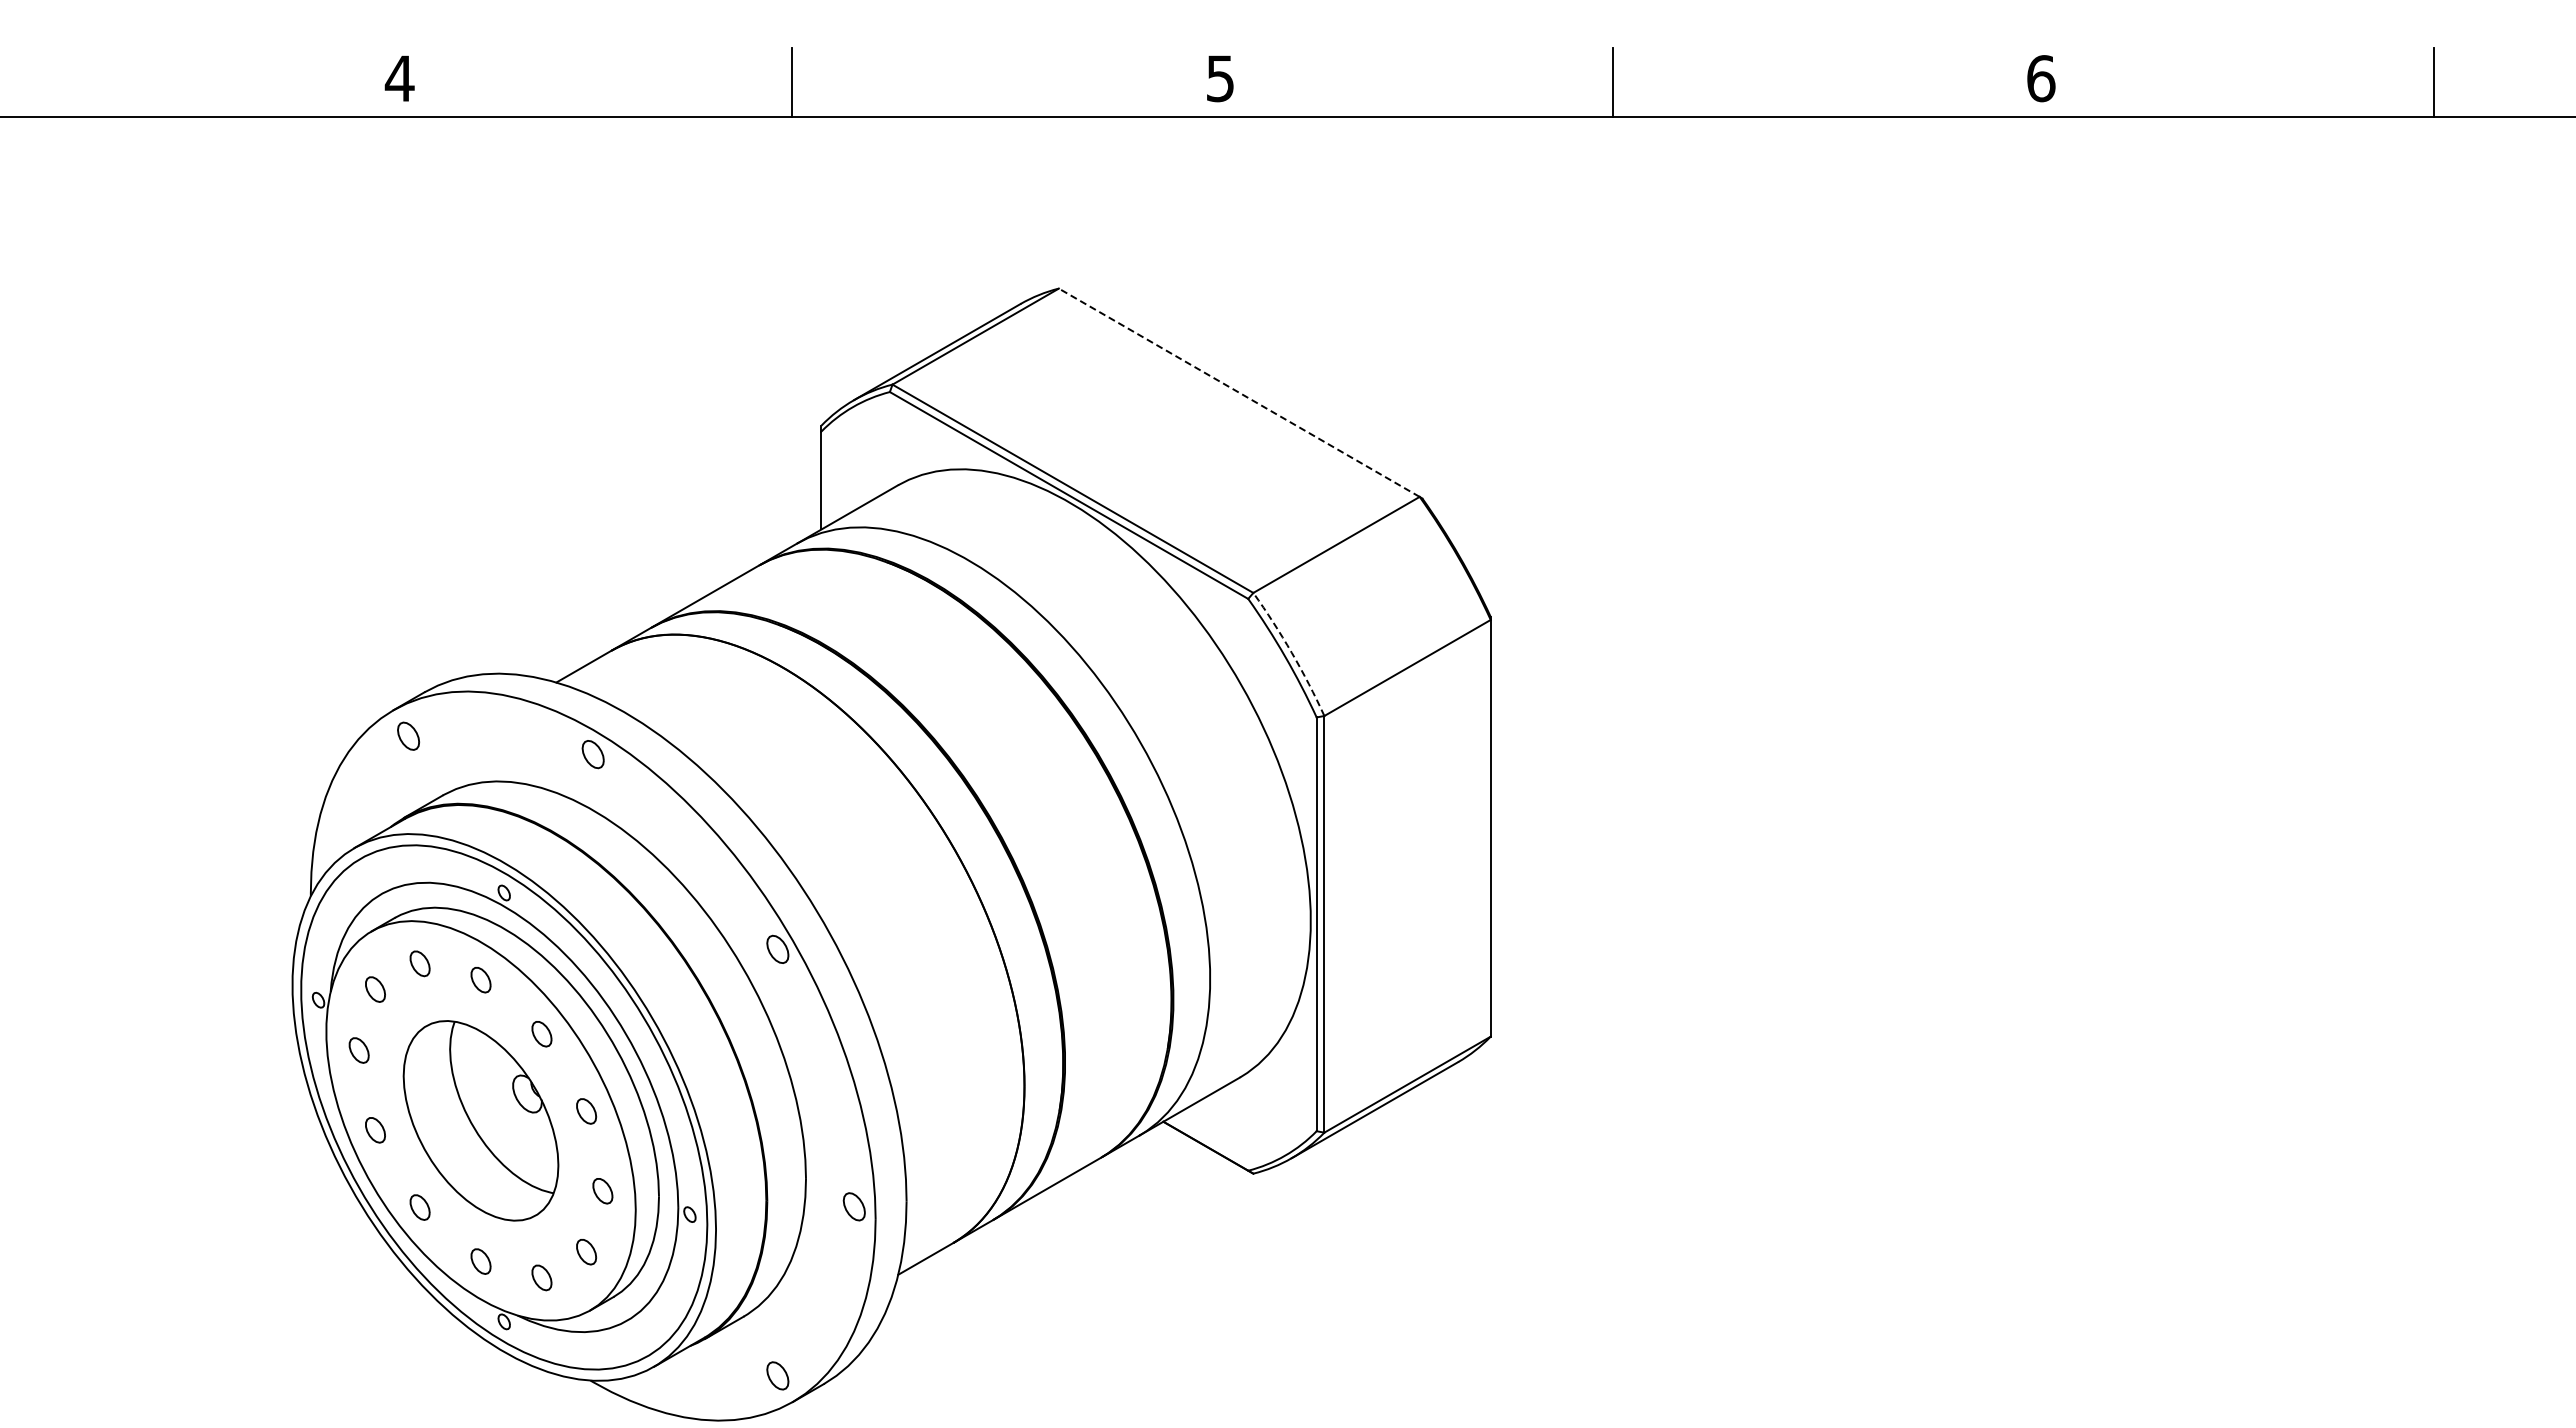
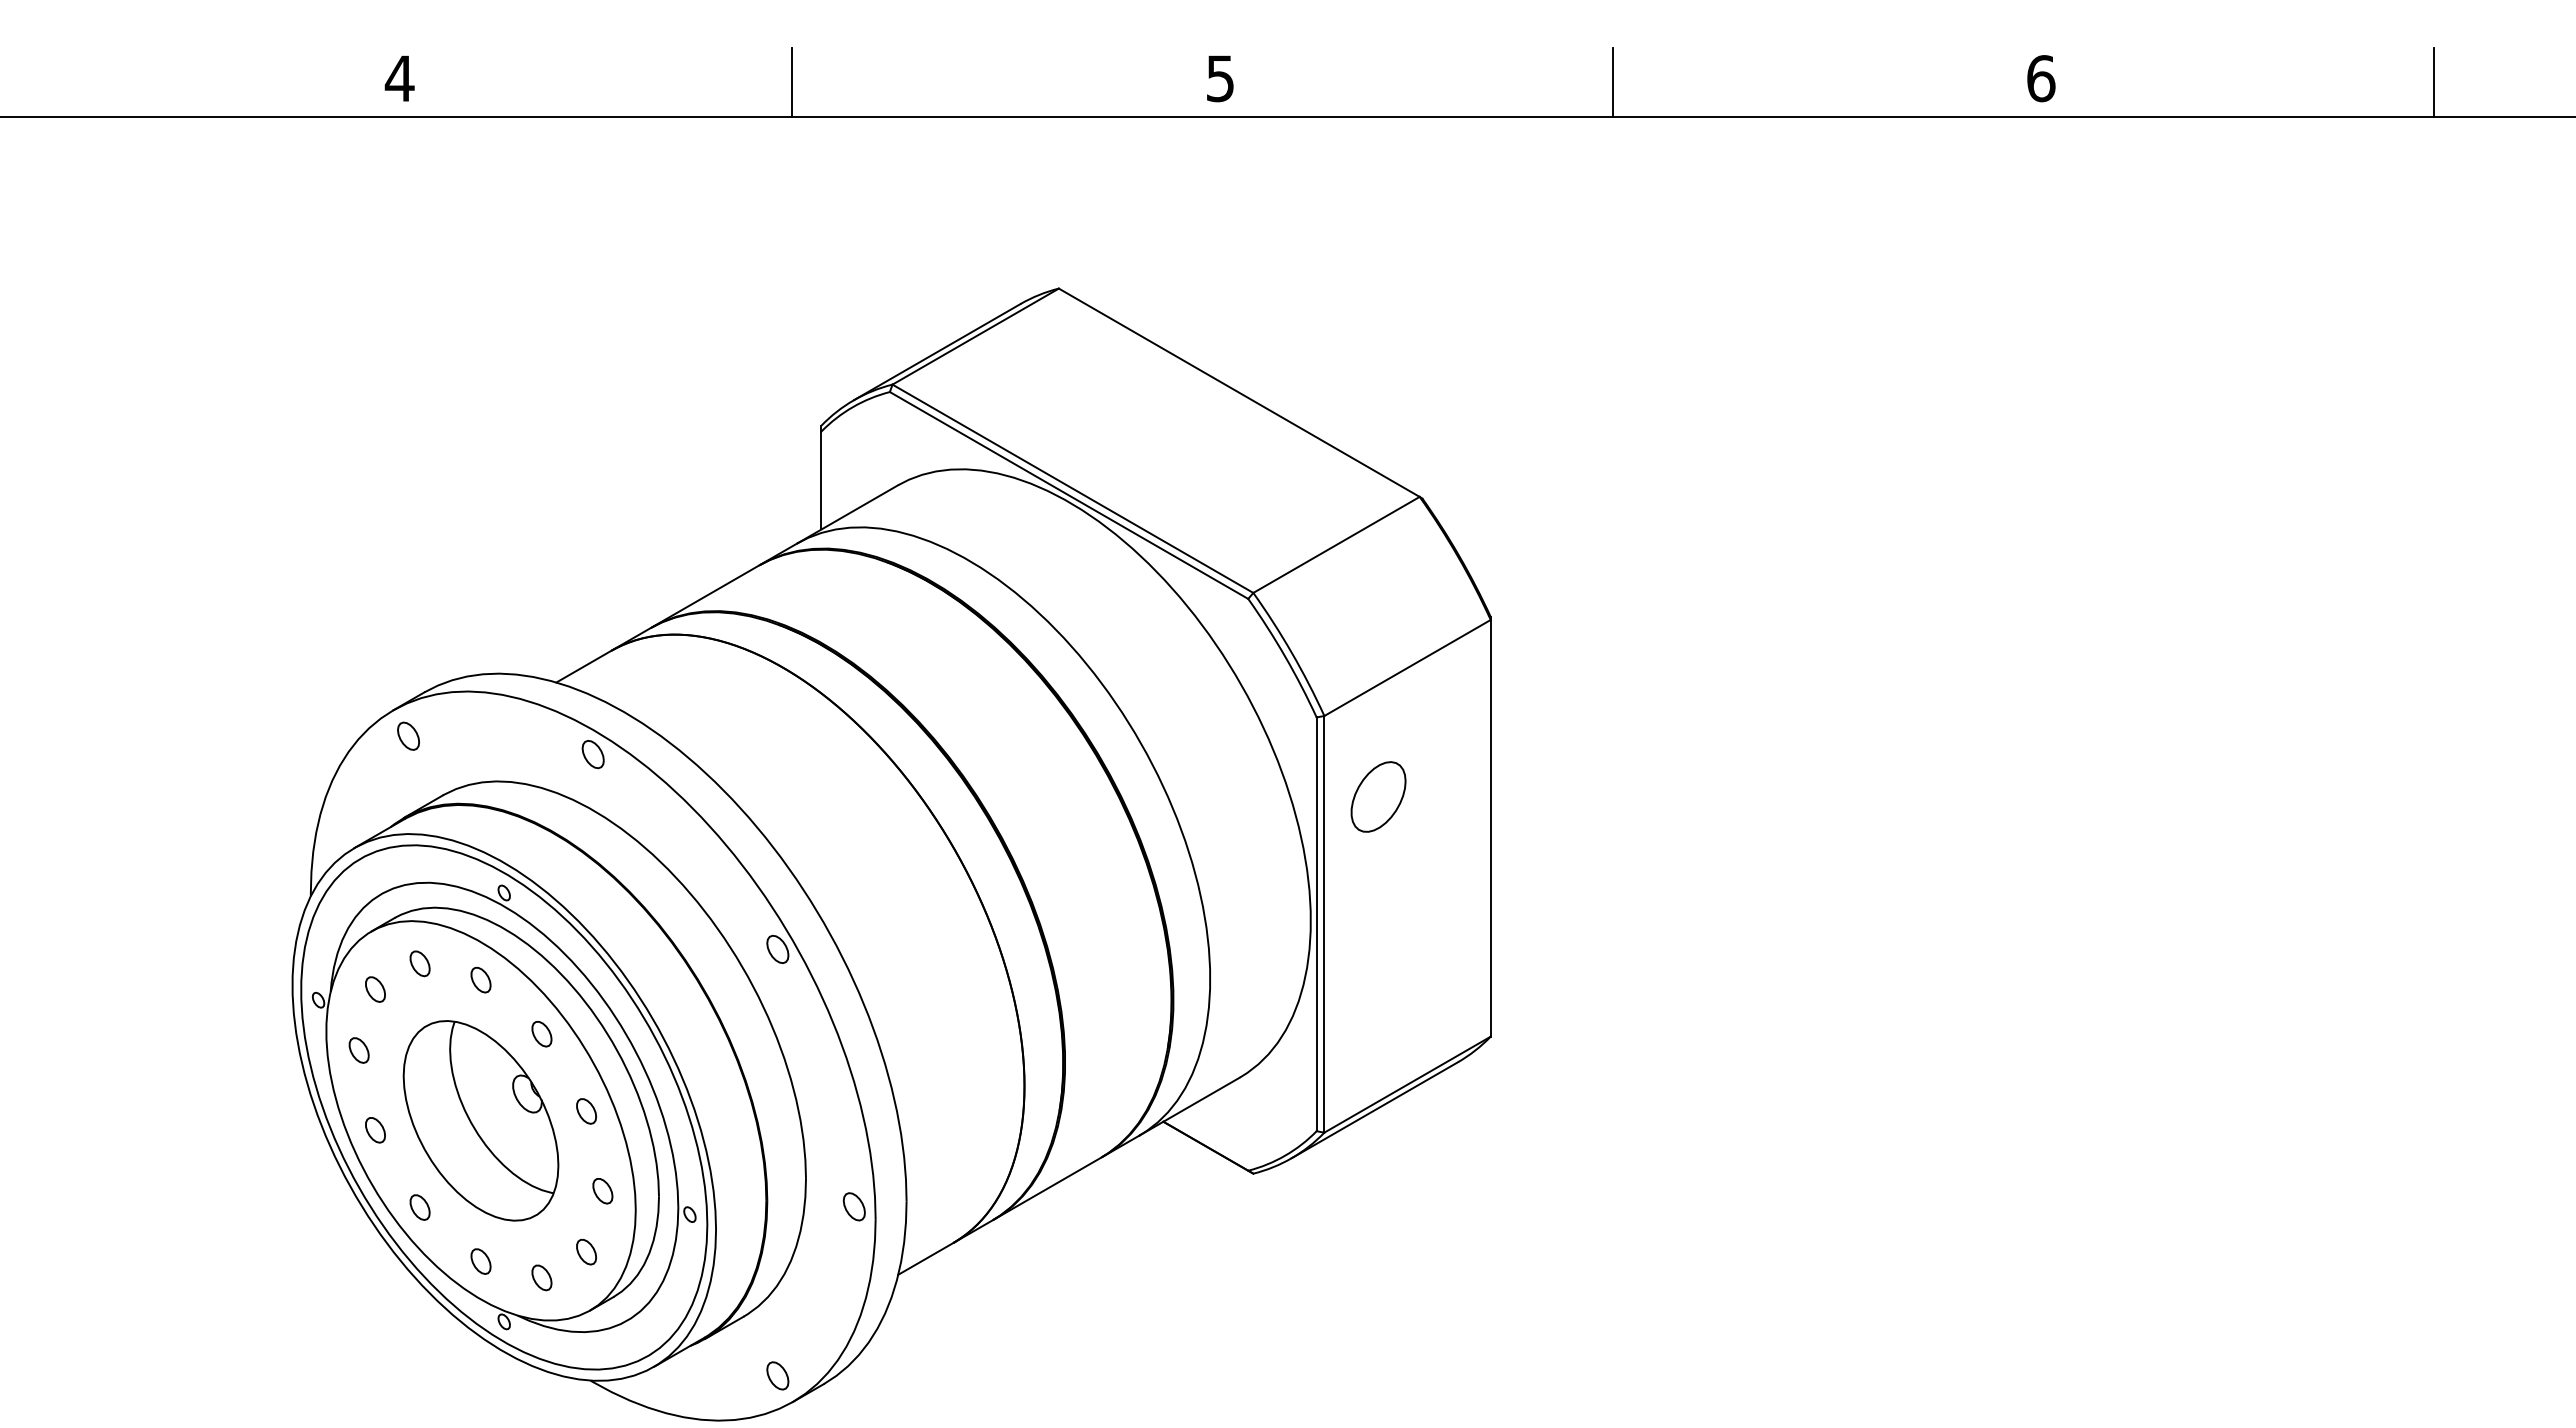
line at (1238, 392): dashed -> solid
arc at (1291, 652): dashed -> solid
part at (1378, 796): none -> present
